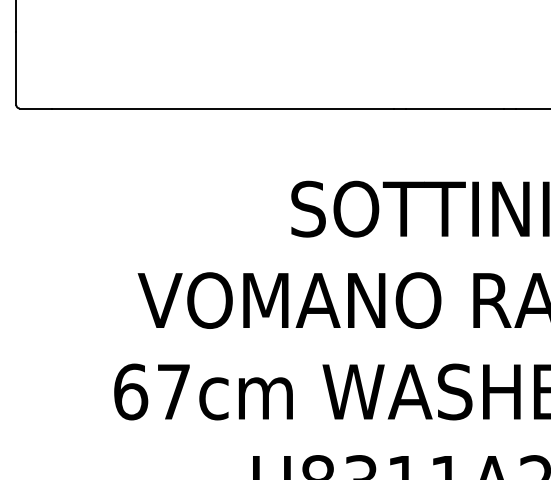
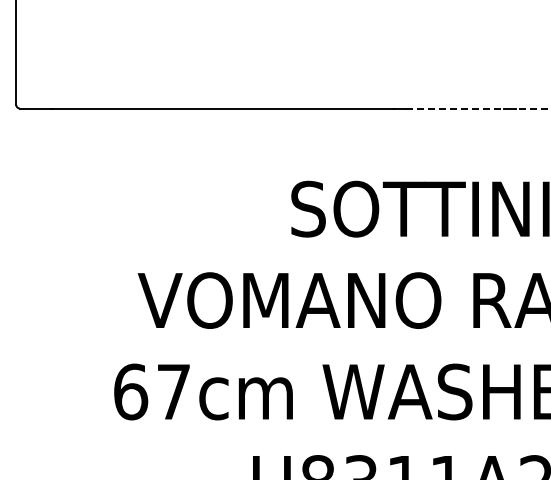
line at (455, 108): solid -> dashed
line at (532, 108): solid -> dashed
